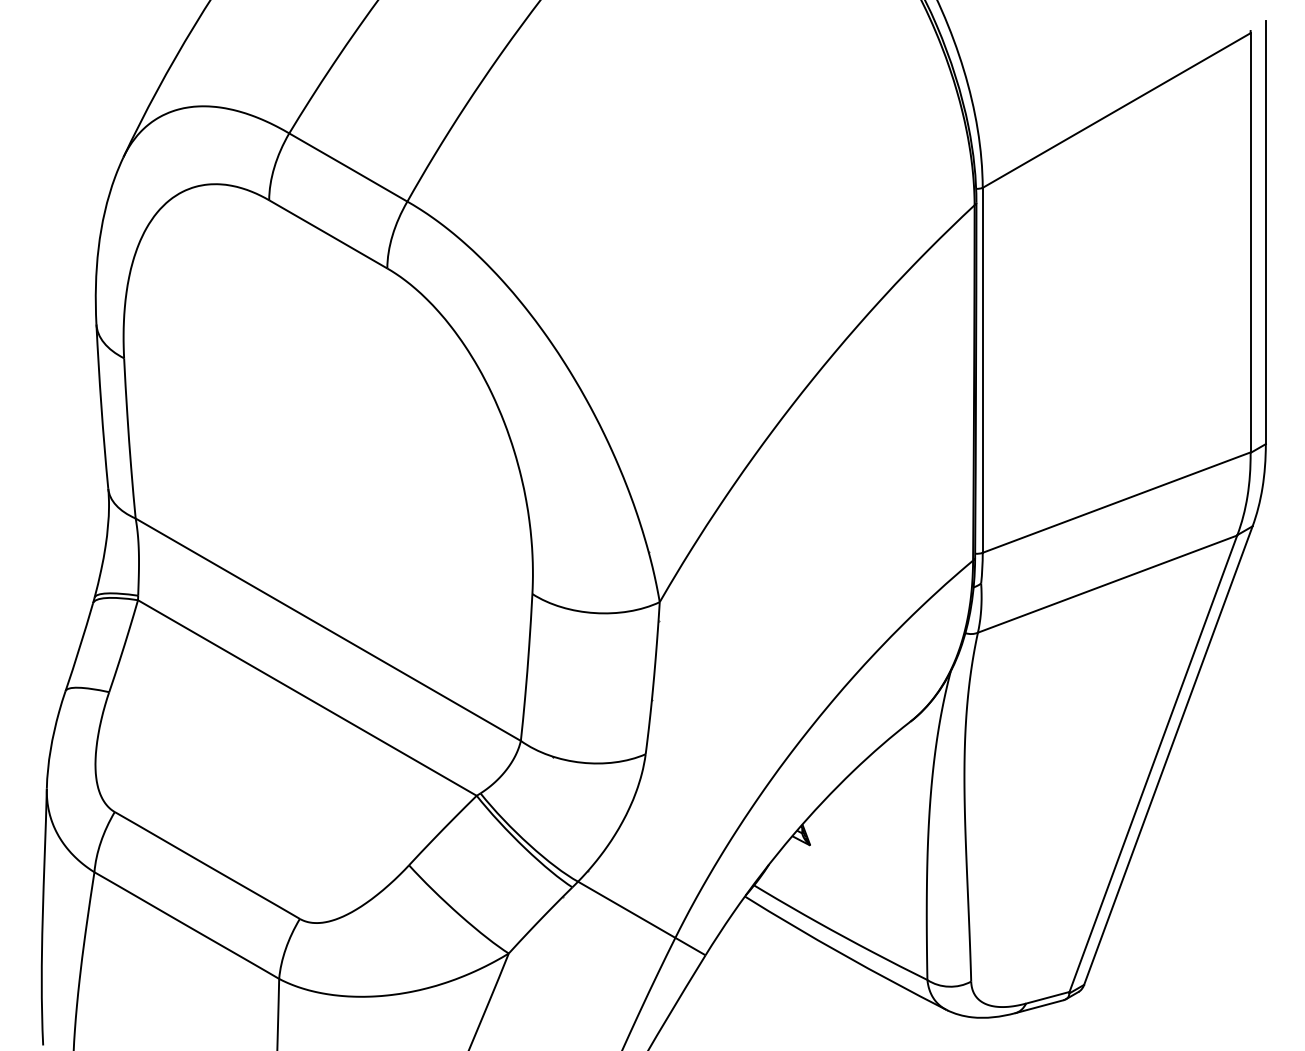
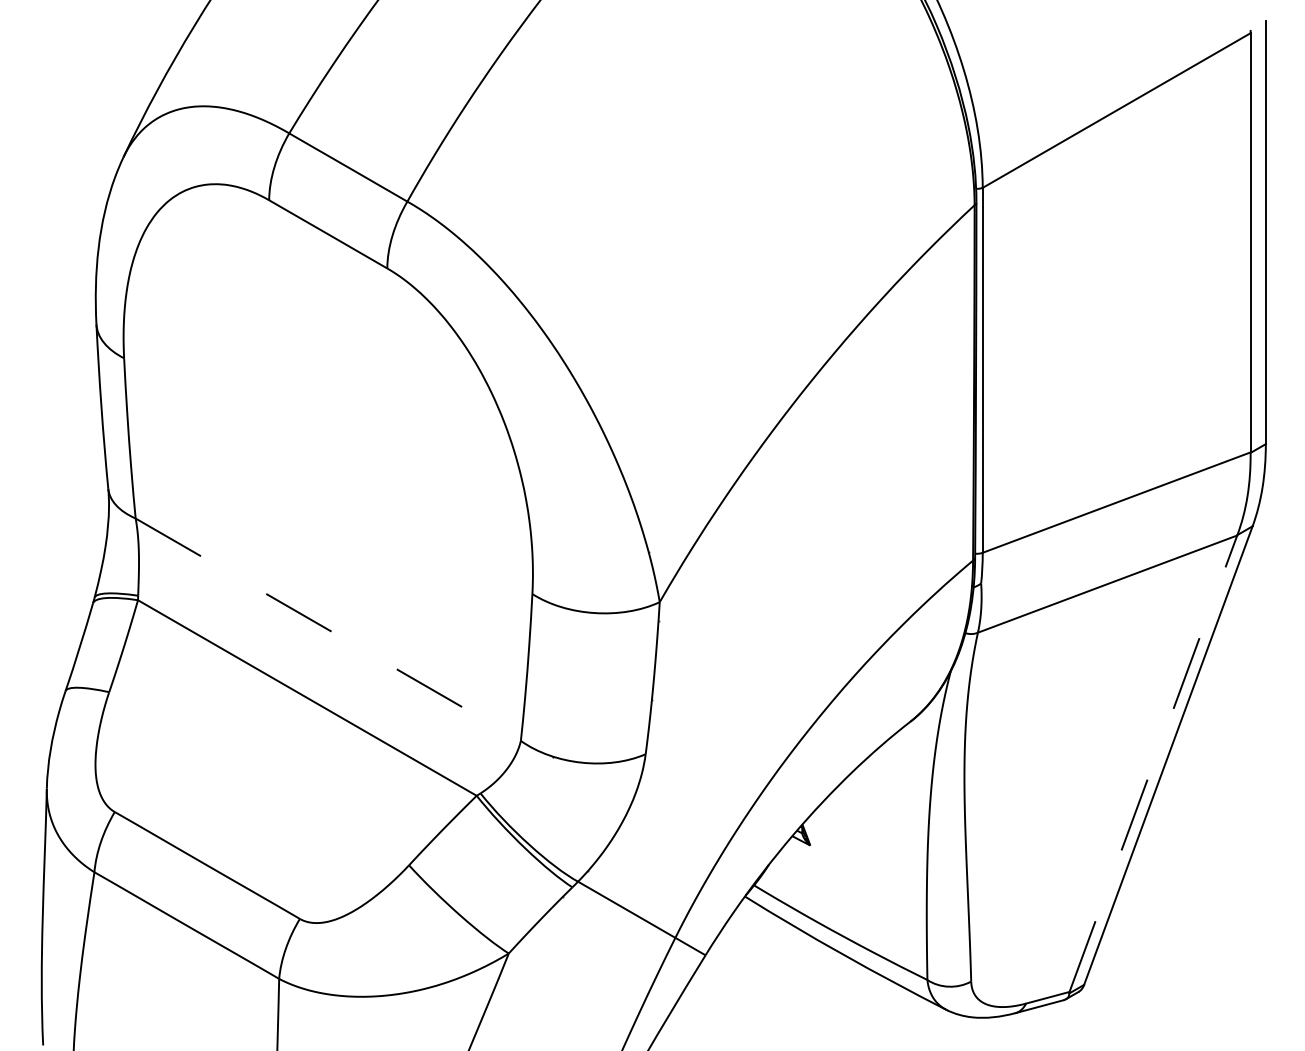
line at (328, 629): solid -> dashed
line at (1153, 763): solid -> dashed
